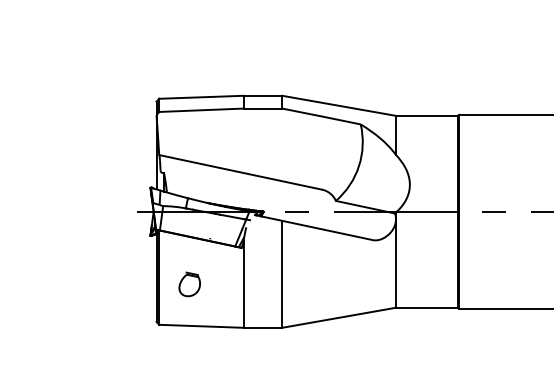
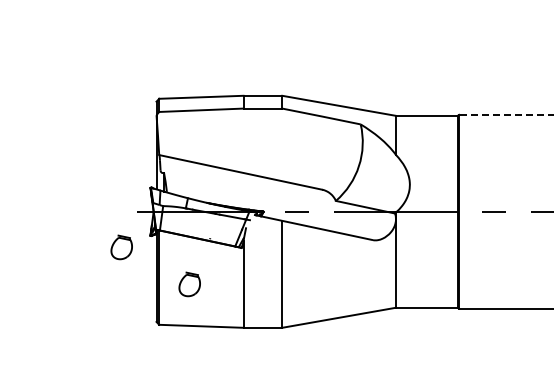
line at (506, 114): solid -> dashed
part at (121, 247): none -> present
